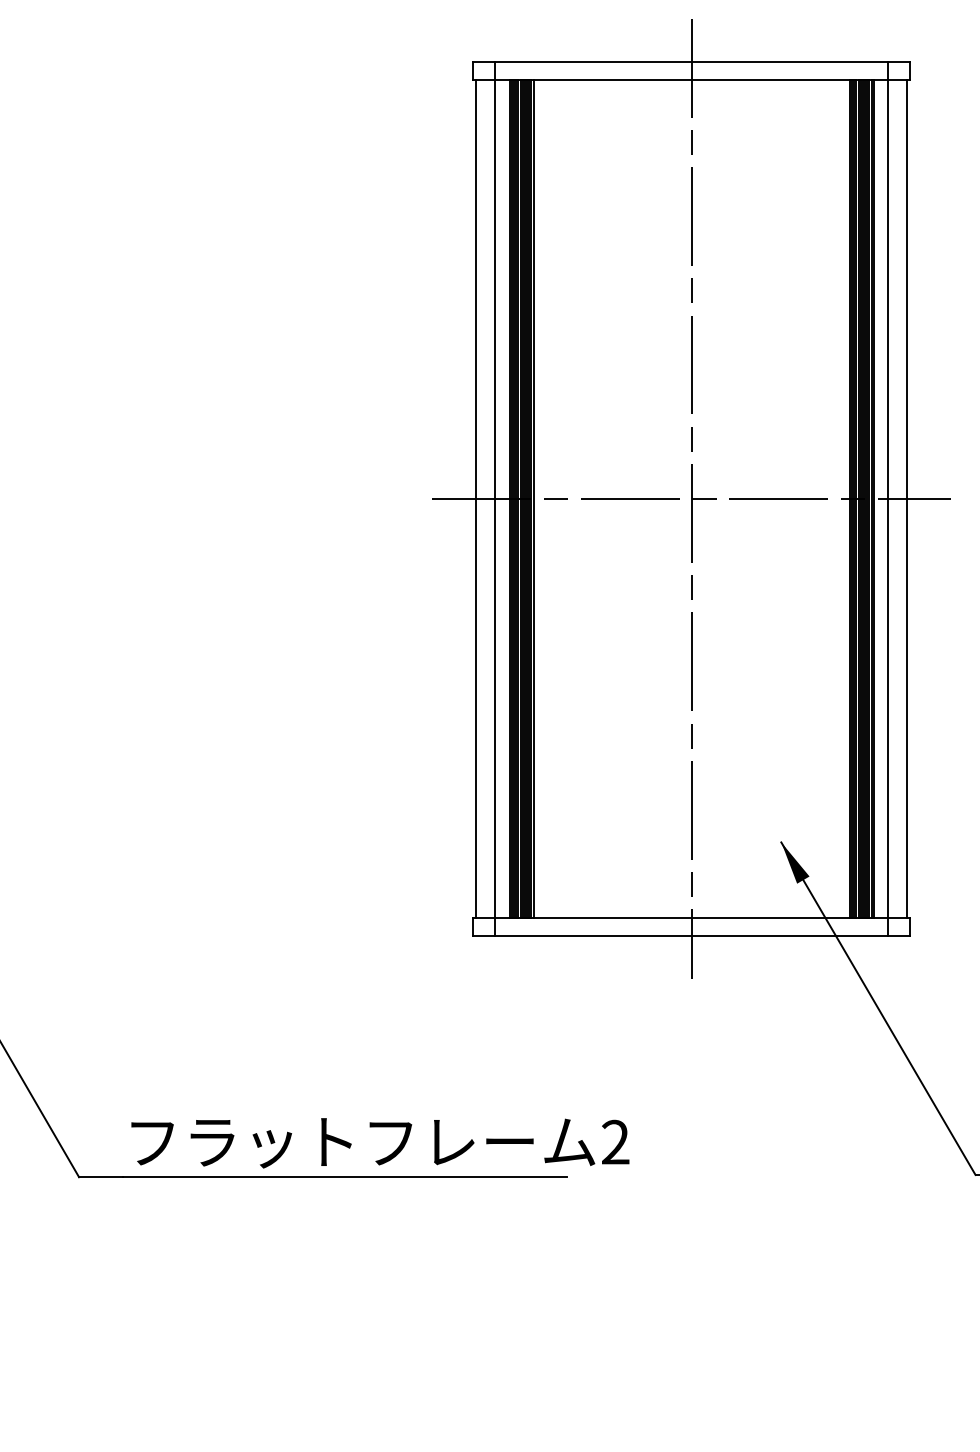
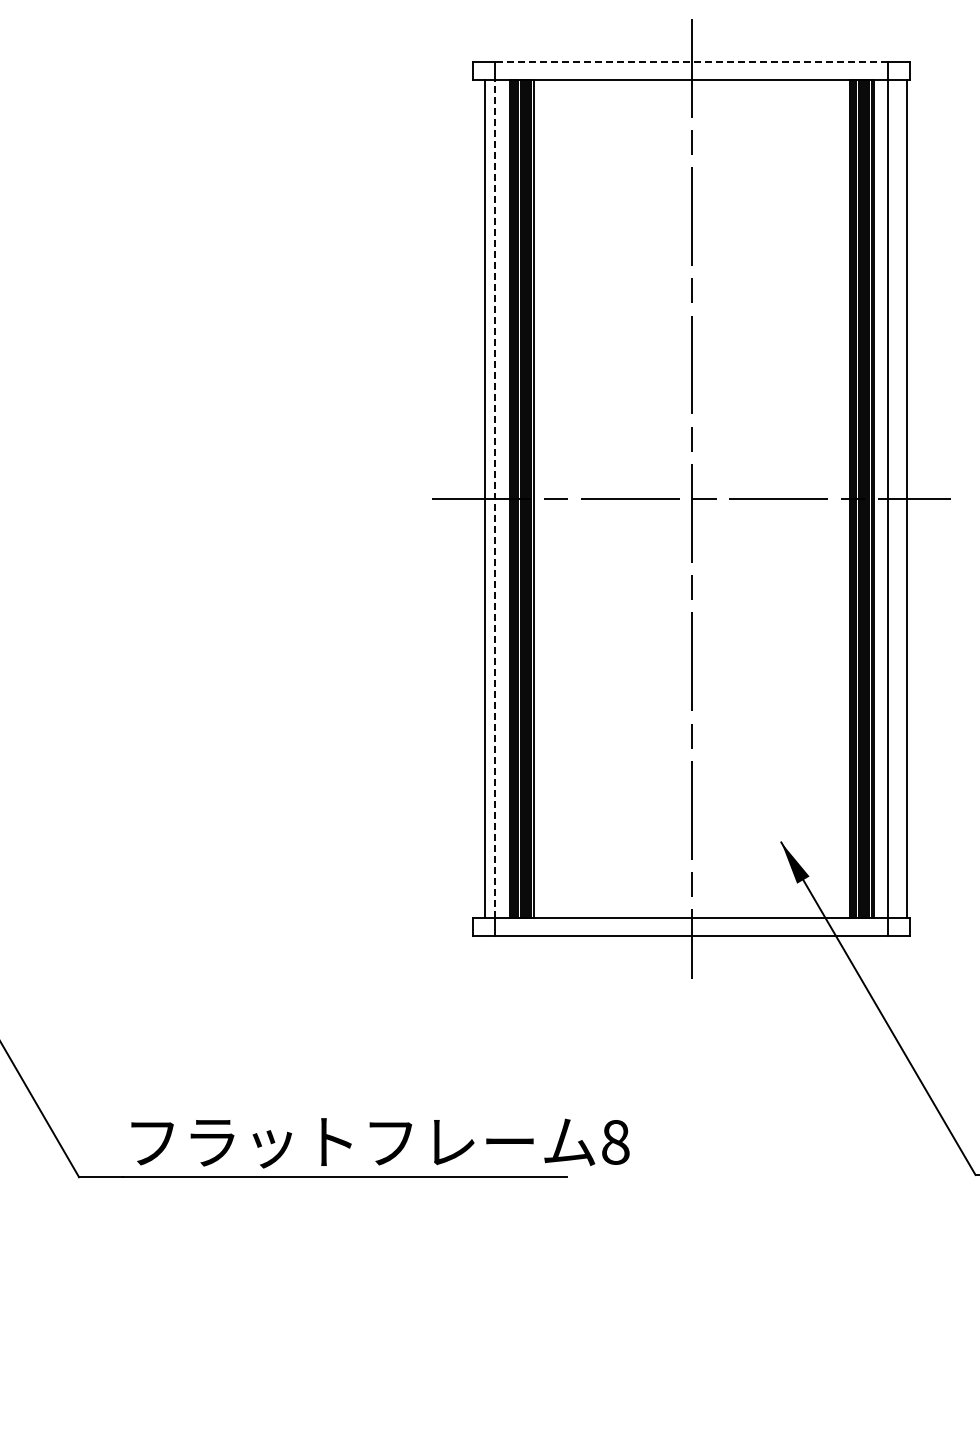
line at (691, 62): solid -> dashed
line at (475, 498) position: (475, 498) -> (484, 498)
line at (495, 498): solid -> dashed
text at (615, 1141): 2 -> 8
